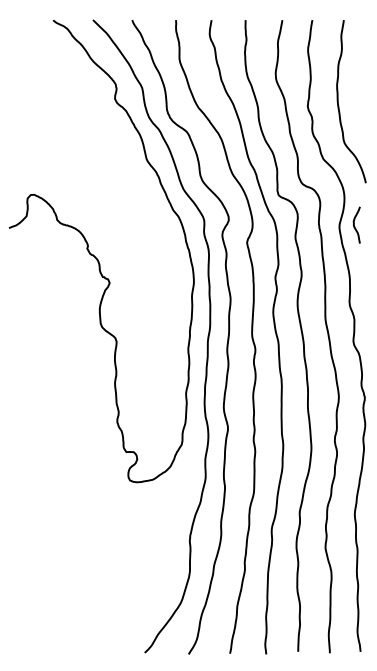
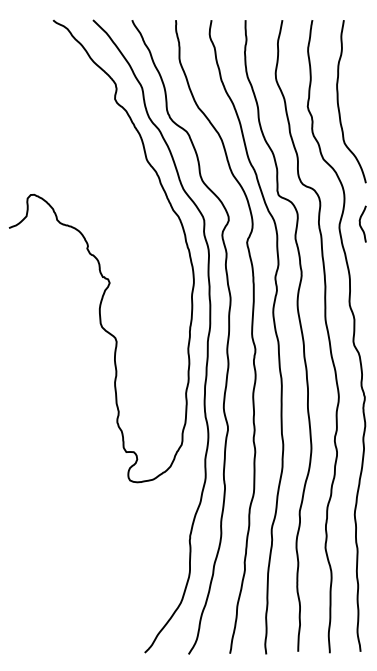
curve at (354, 224) position: (354, 224) -> (360, 223)
